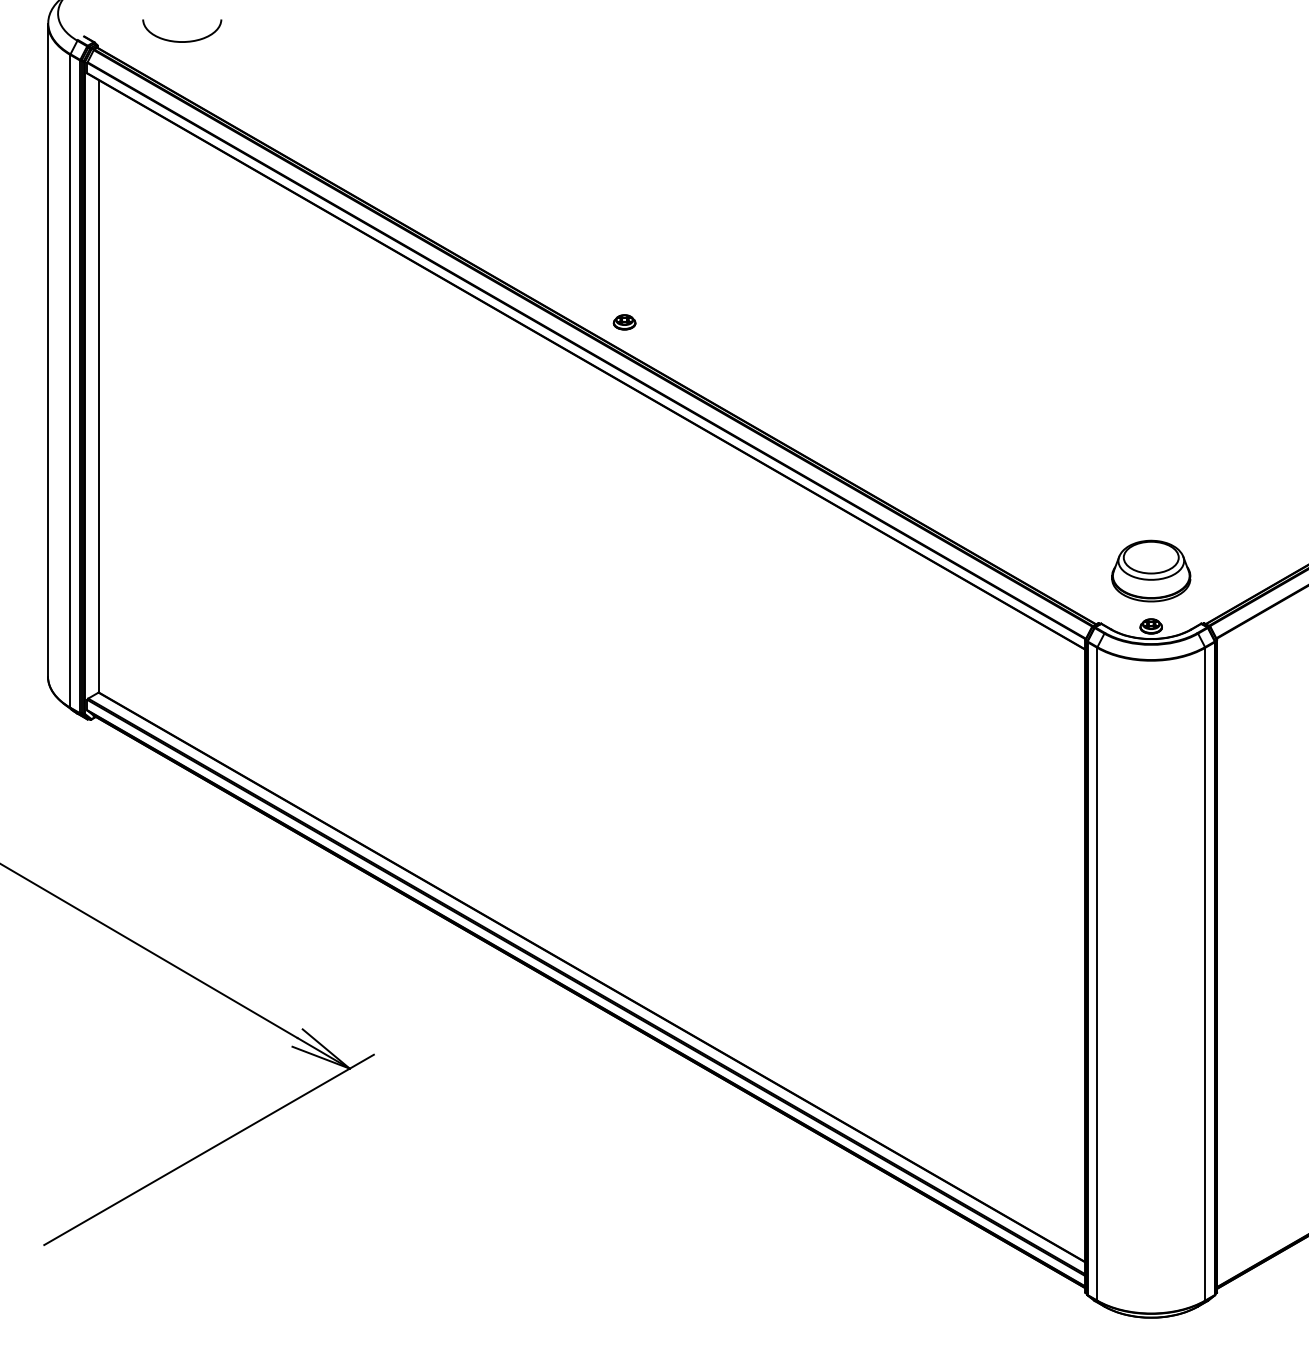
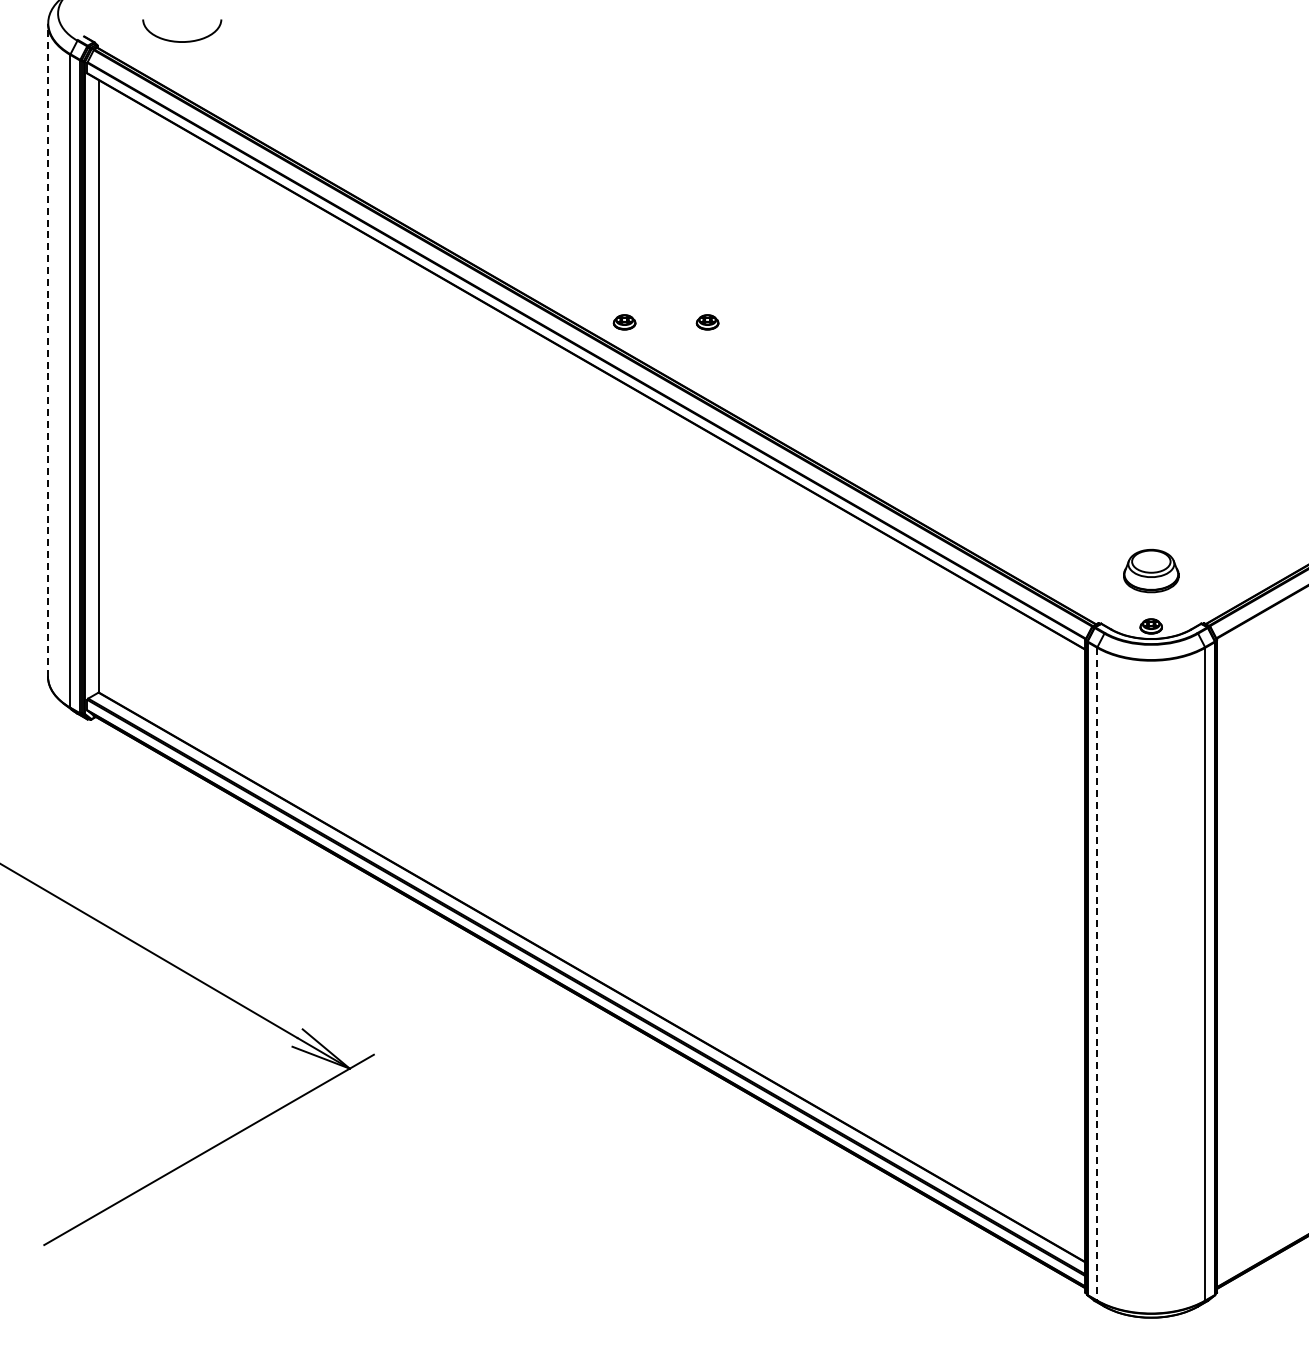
part at (707, 322): none -> present
line at (47, 349): solid -> dashed
part at (1151, 570) size: 81x64 px -> 57x46 px
line at (1097, 974): solid -> dashed
